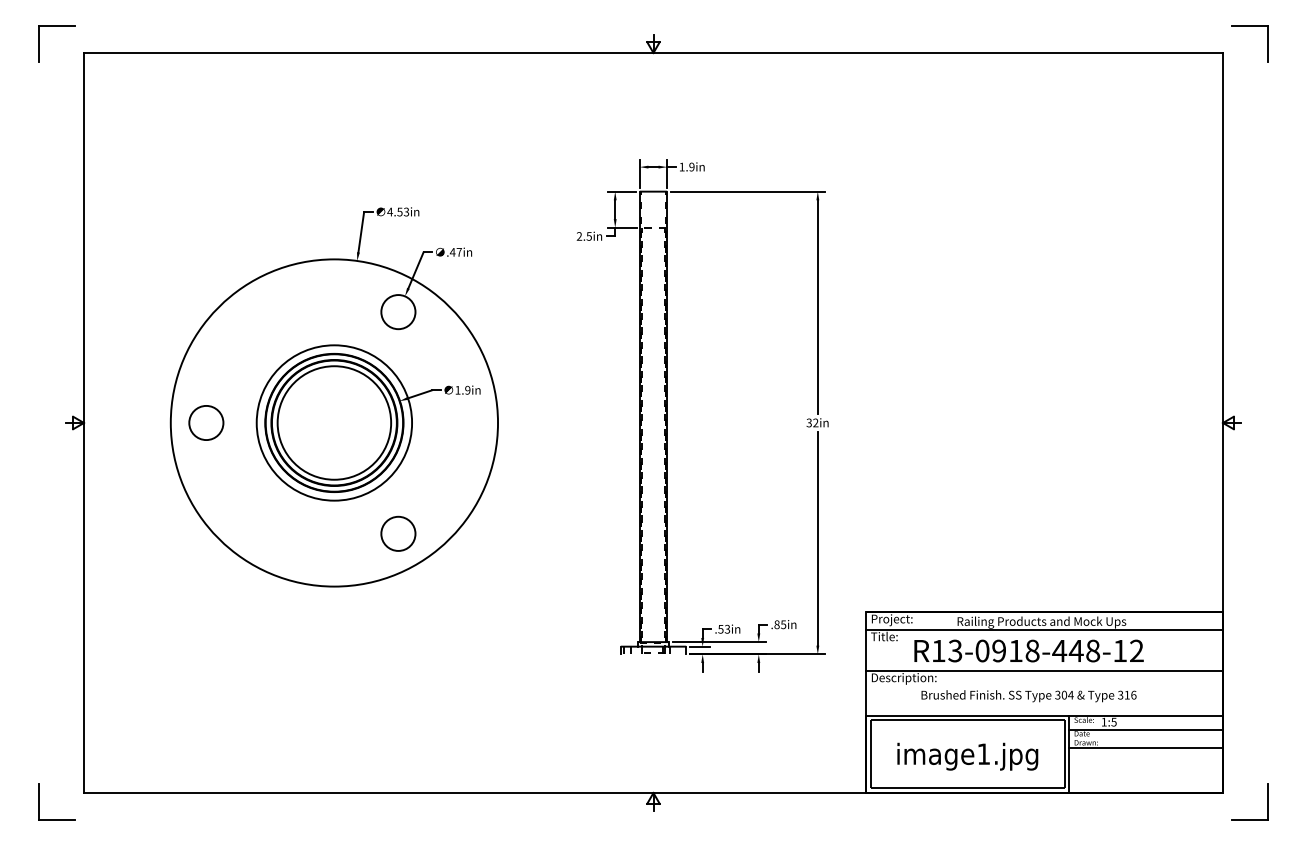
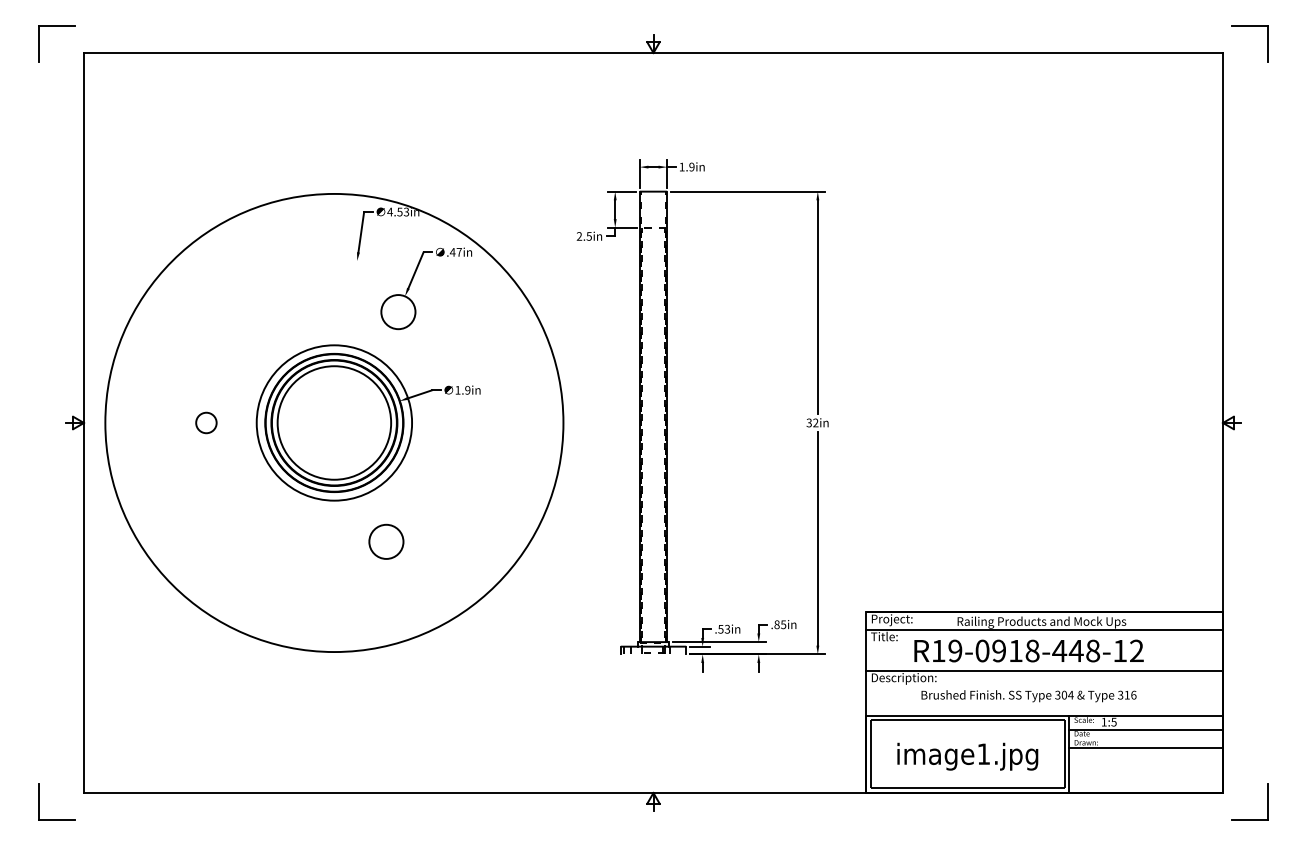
circle at (206, 422) size: 37x36 px -> 23x24 px
circle at (334, 422) diameter: 327 px -> 458 px
circle at (398, 533) position: (398, 533) -> (386, 541)
text at (955, 651): R13-0918-448-12 -> R19-0918-448-12
